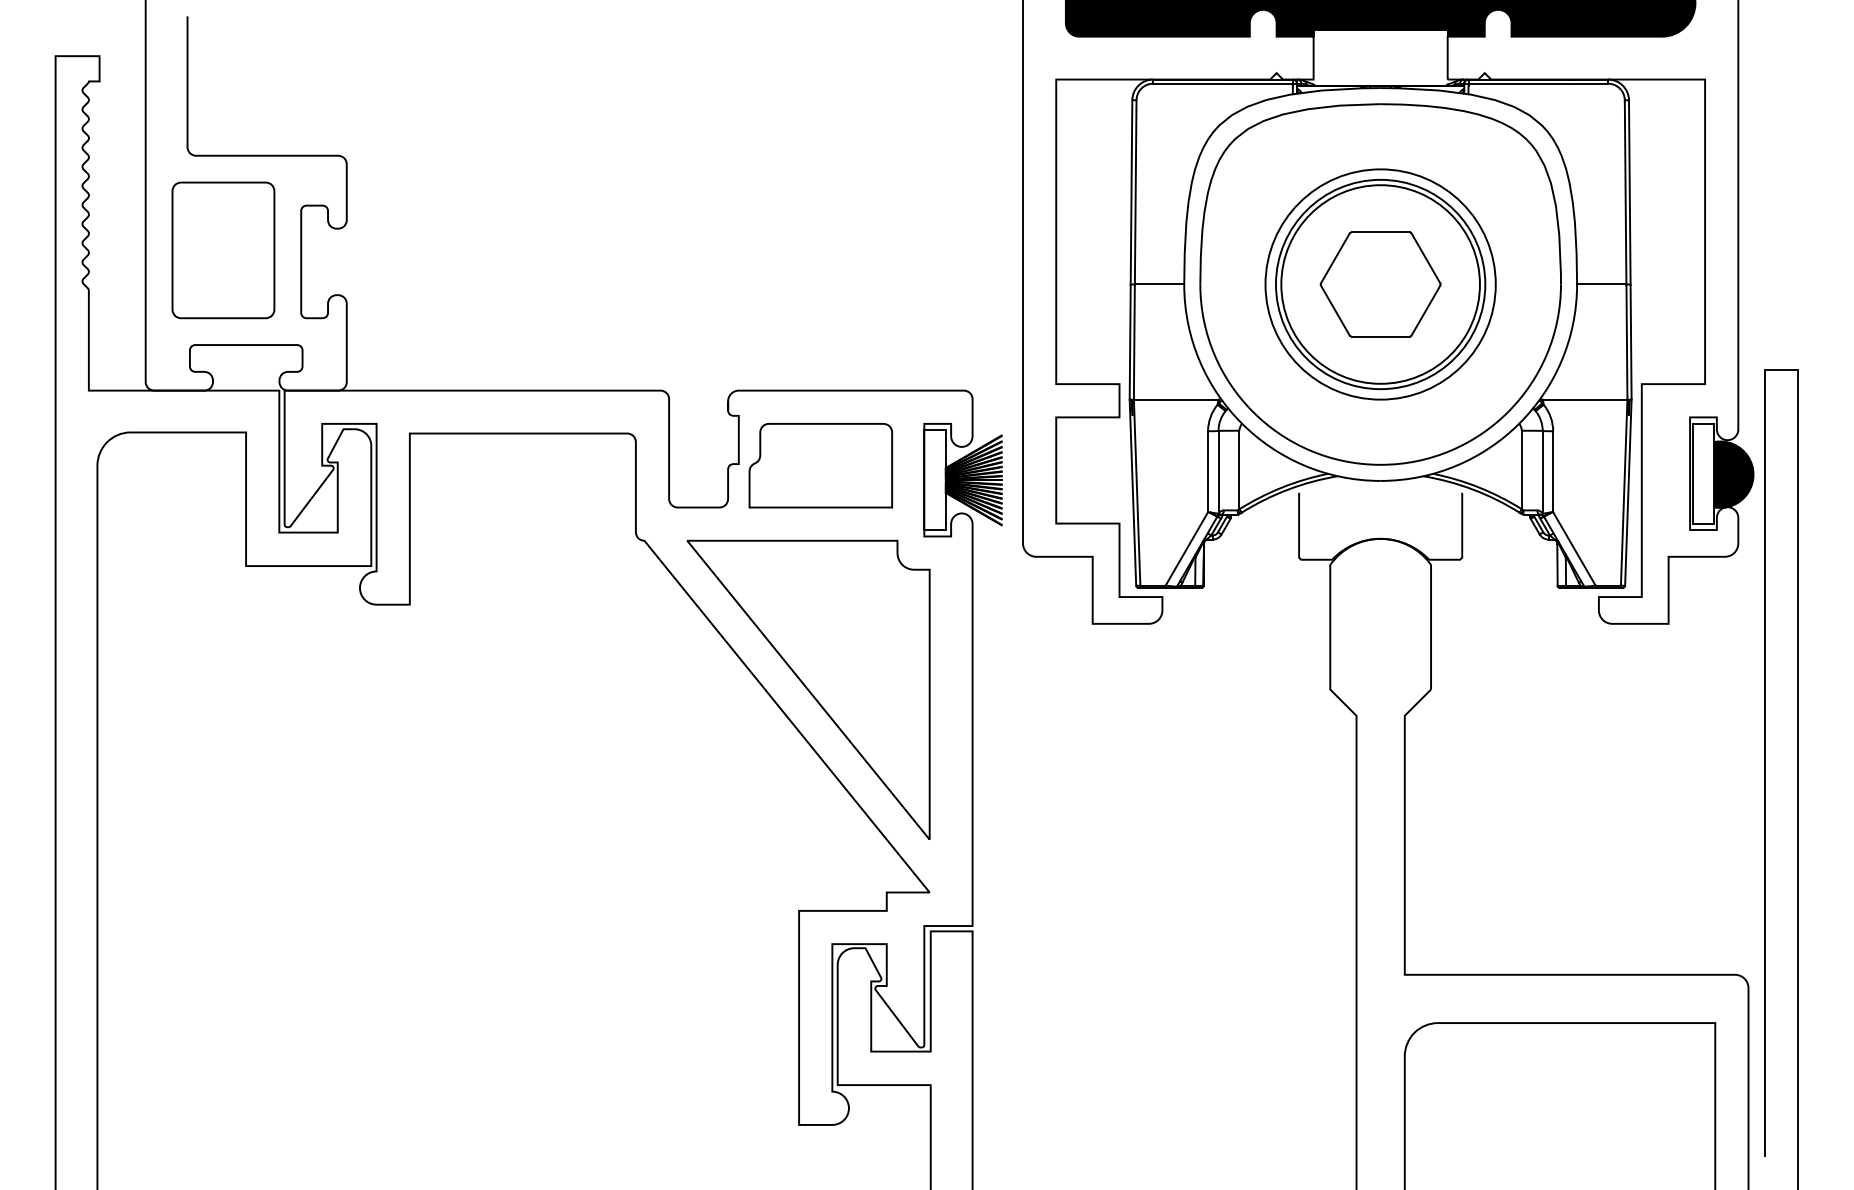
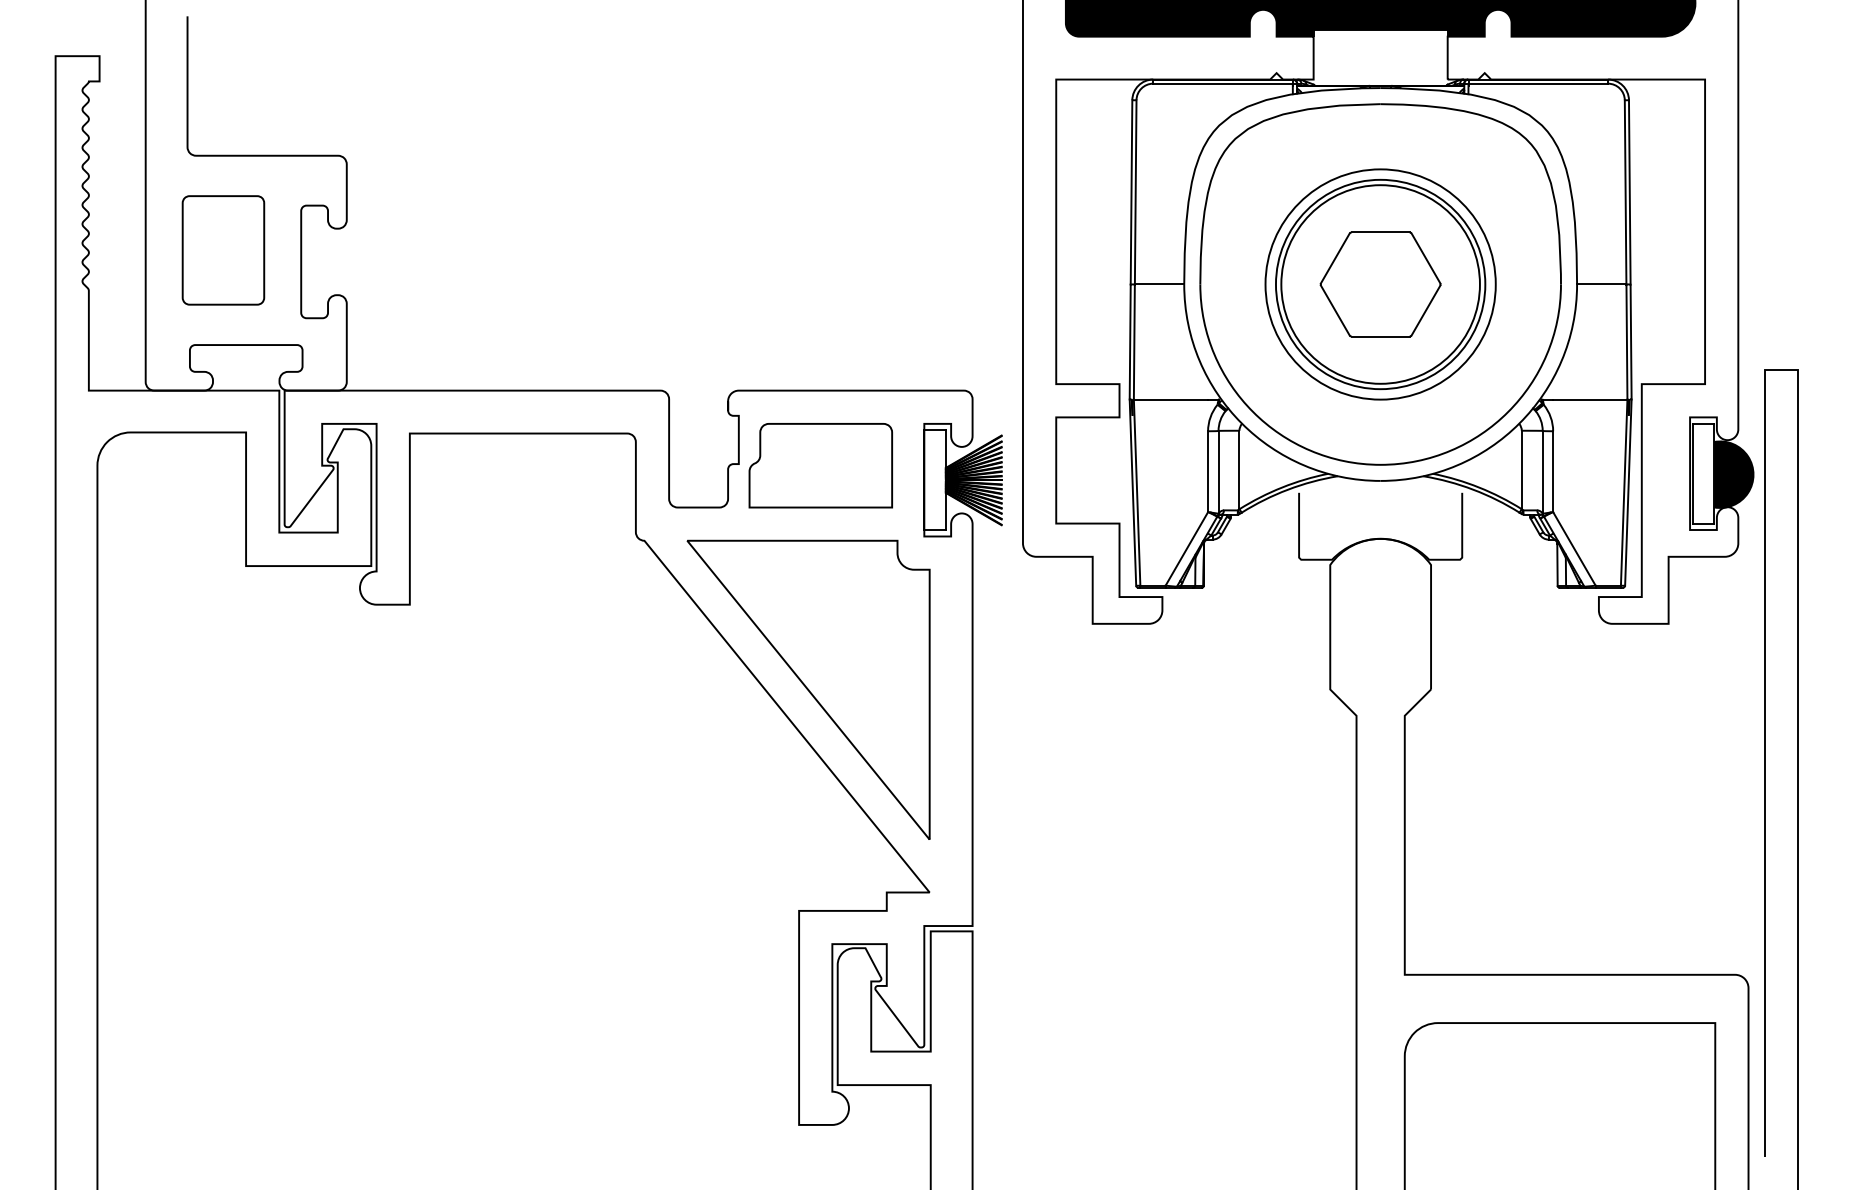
part at (223, 250) size: 105x139 px -> 85x111 px
